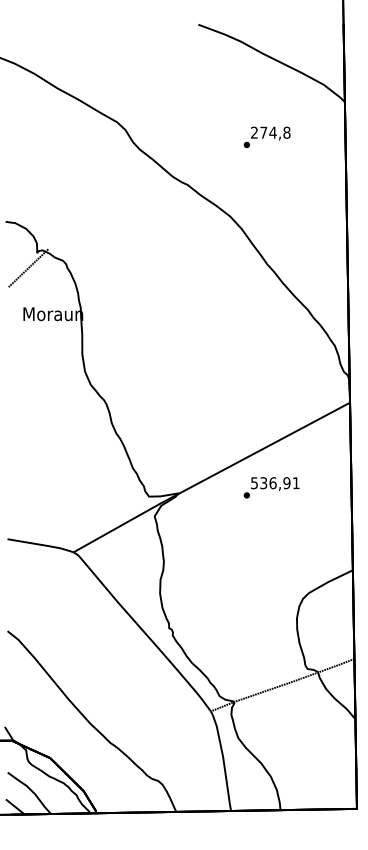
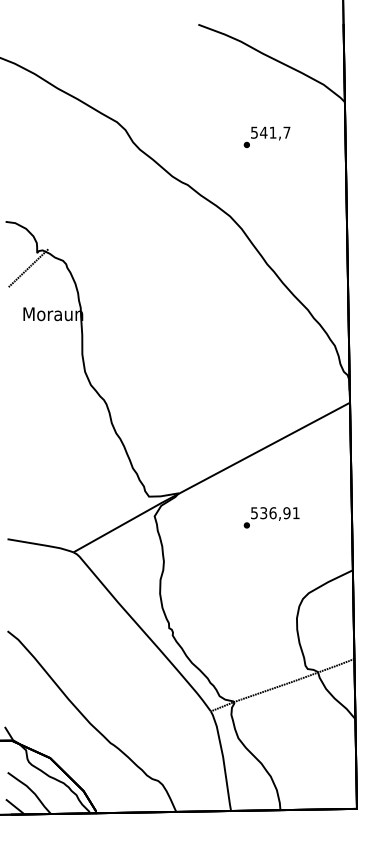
text at (270, 132): 274,8 -> 541,7
text at (271, 487) position: (271, 487) -> (271, 517)
